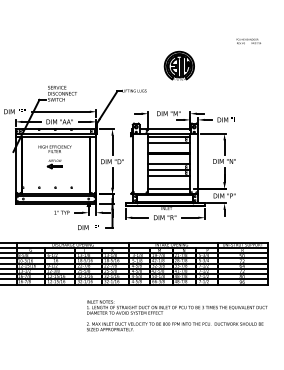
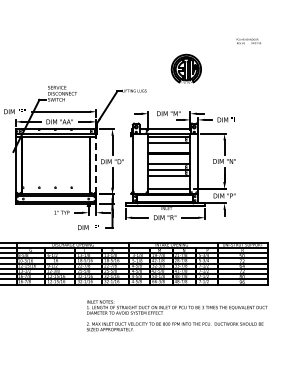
part at (178, 65) position: (178, 65) -> (185, 68)
part at (54, 157): present -> none
line at (96, 163): solid -> dashed
